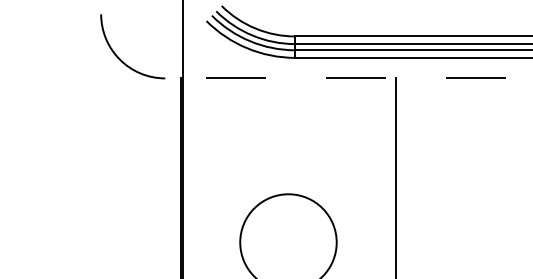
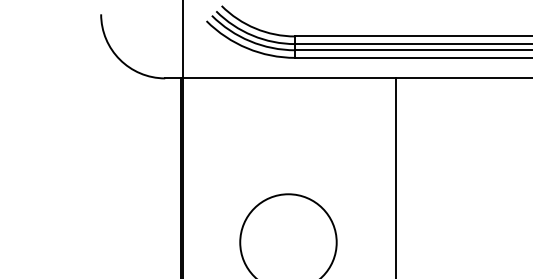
line at (348, 78): dashed -> solid
